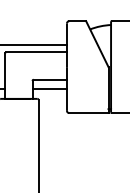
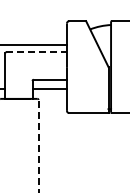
line at (37, 52): solid -> dashed
line at (38, 145): solid -> dashed
